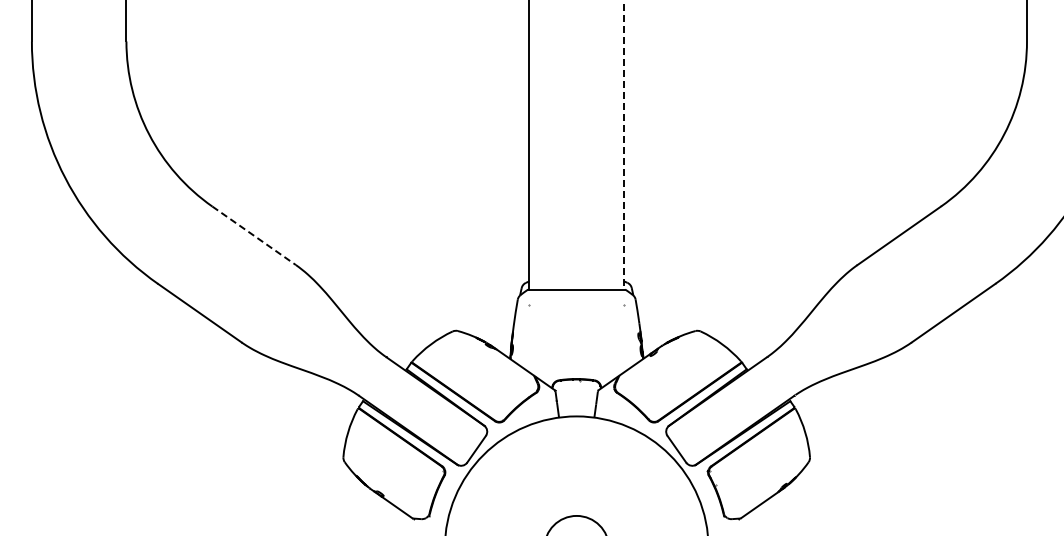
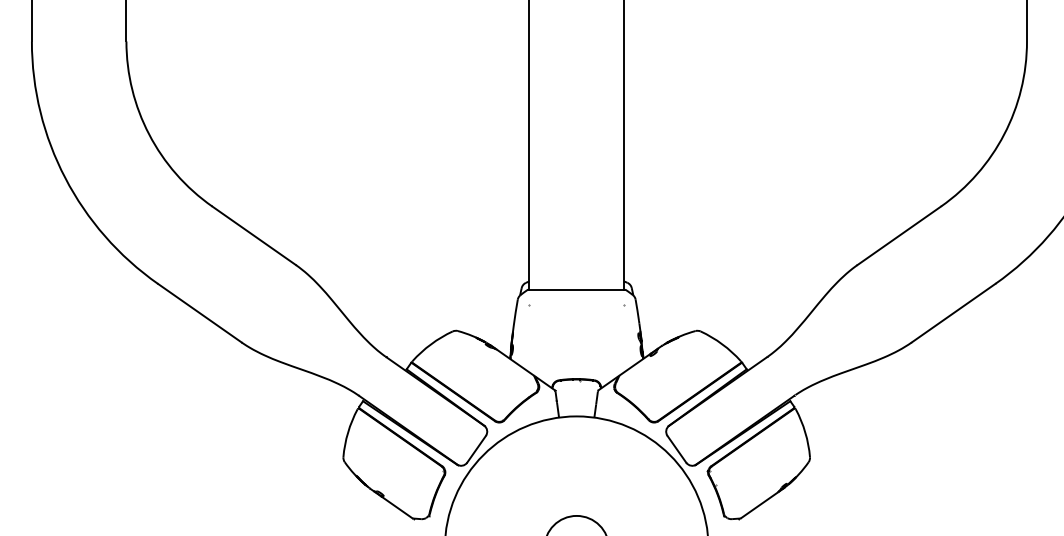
line at (623, 145): dashed -> solid
line at (254, 235): dashed -> solid
